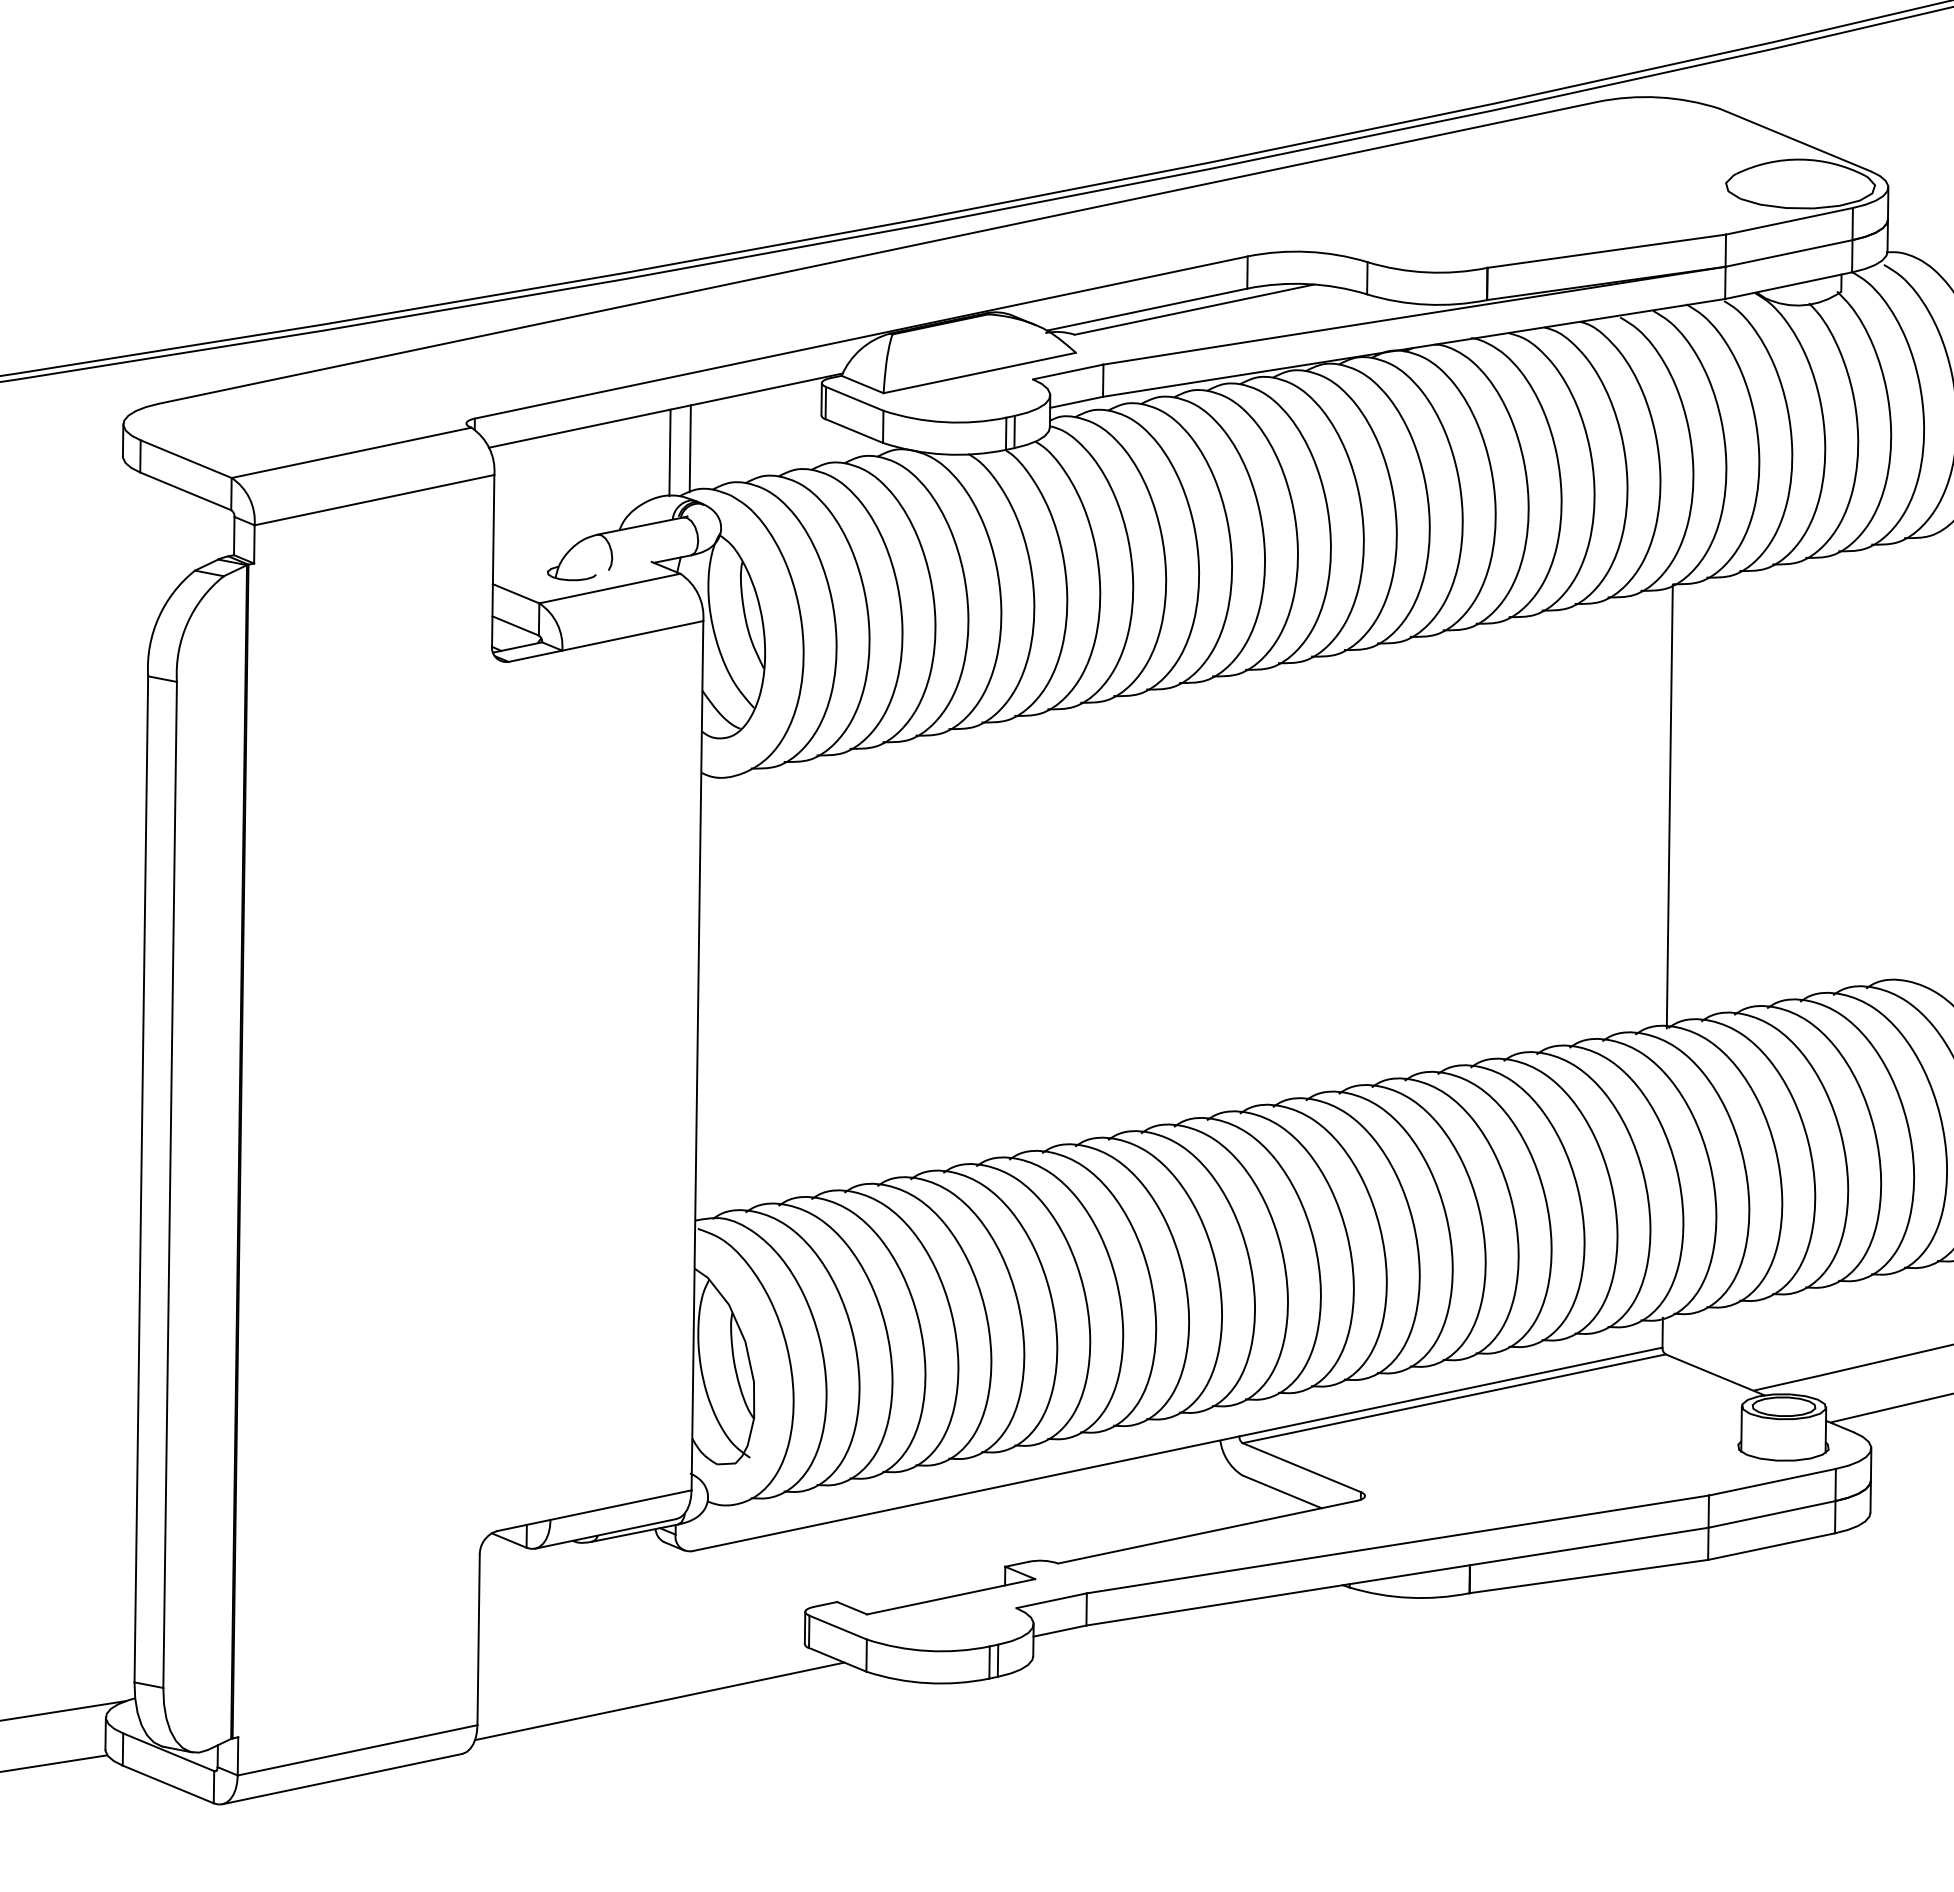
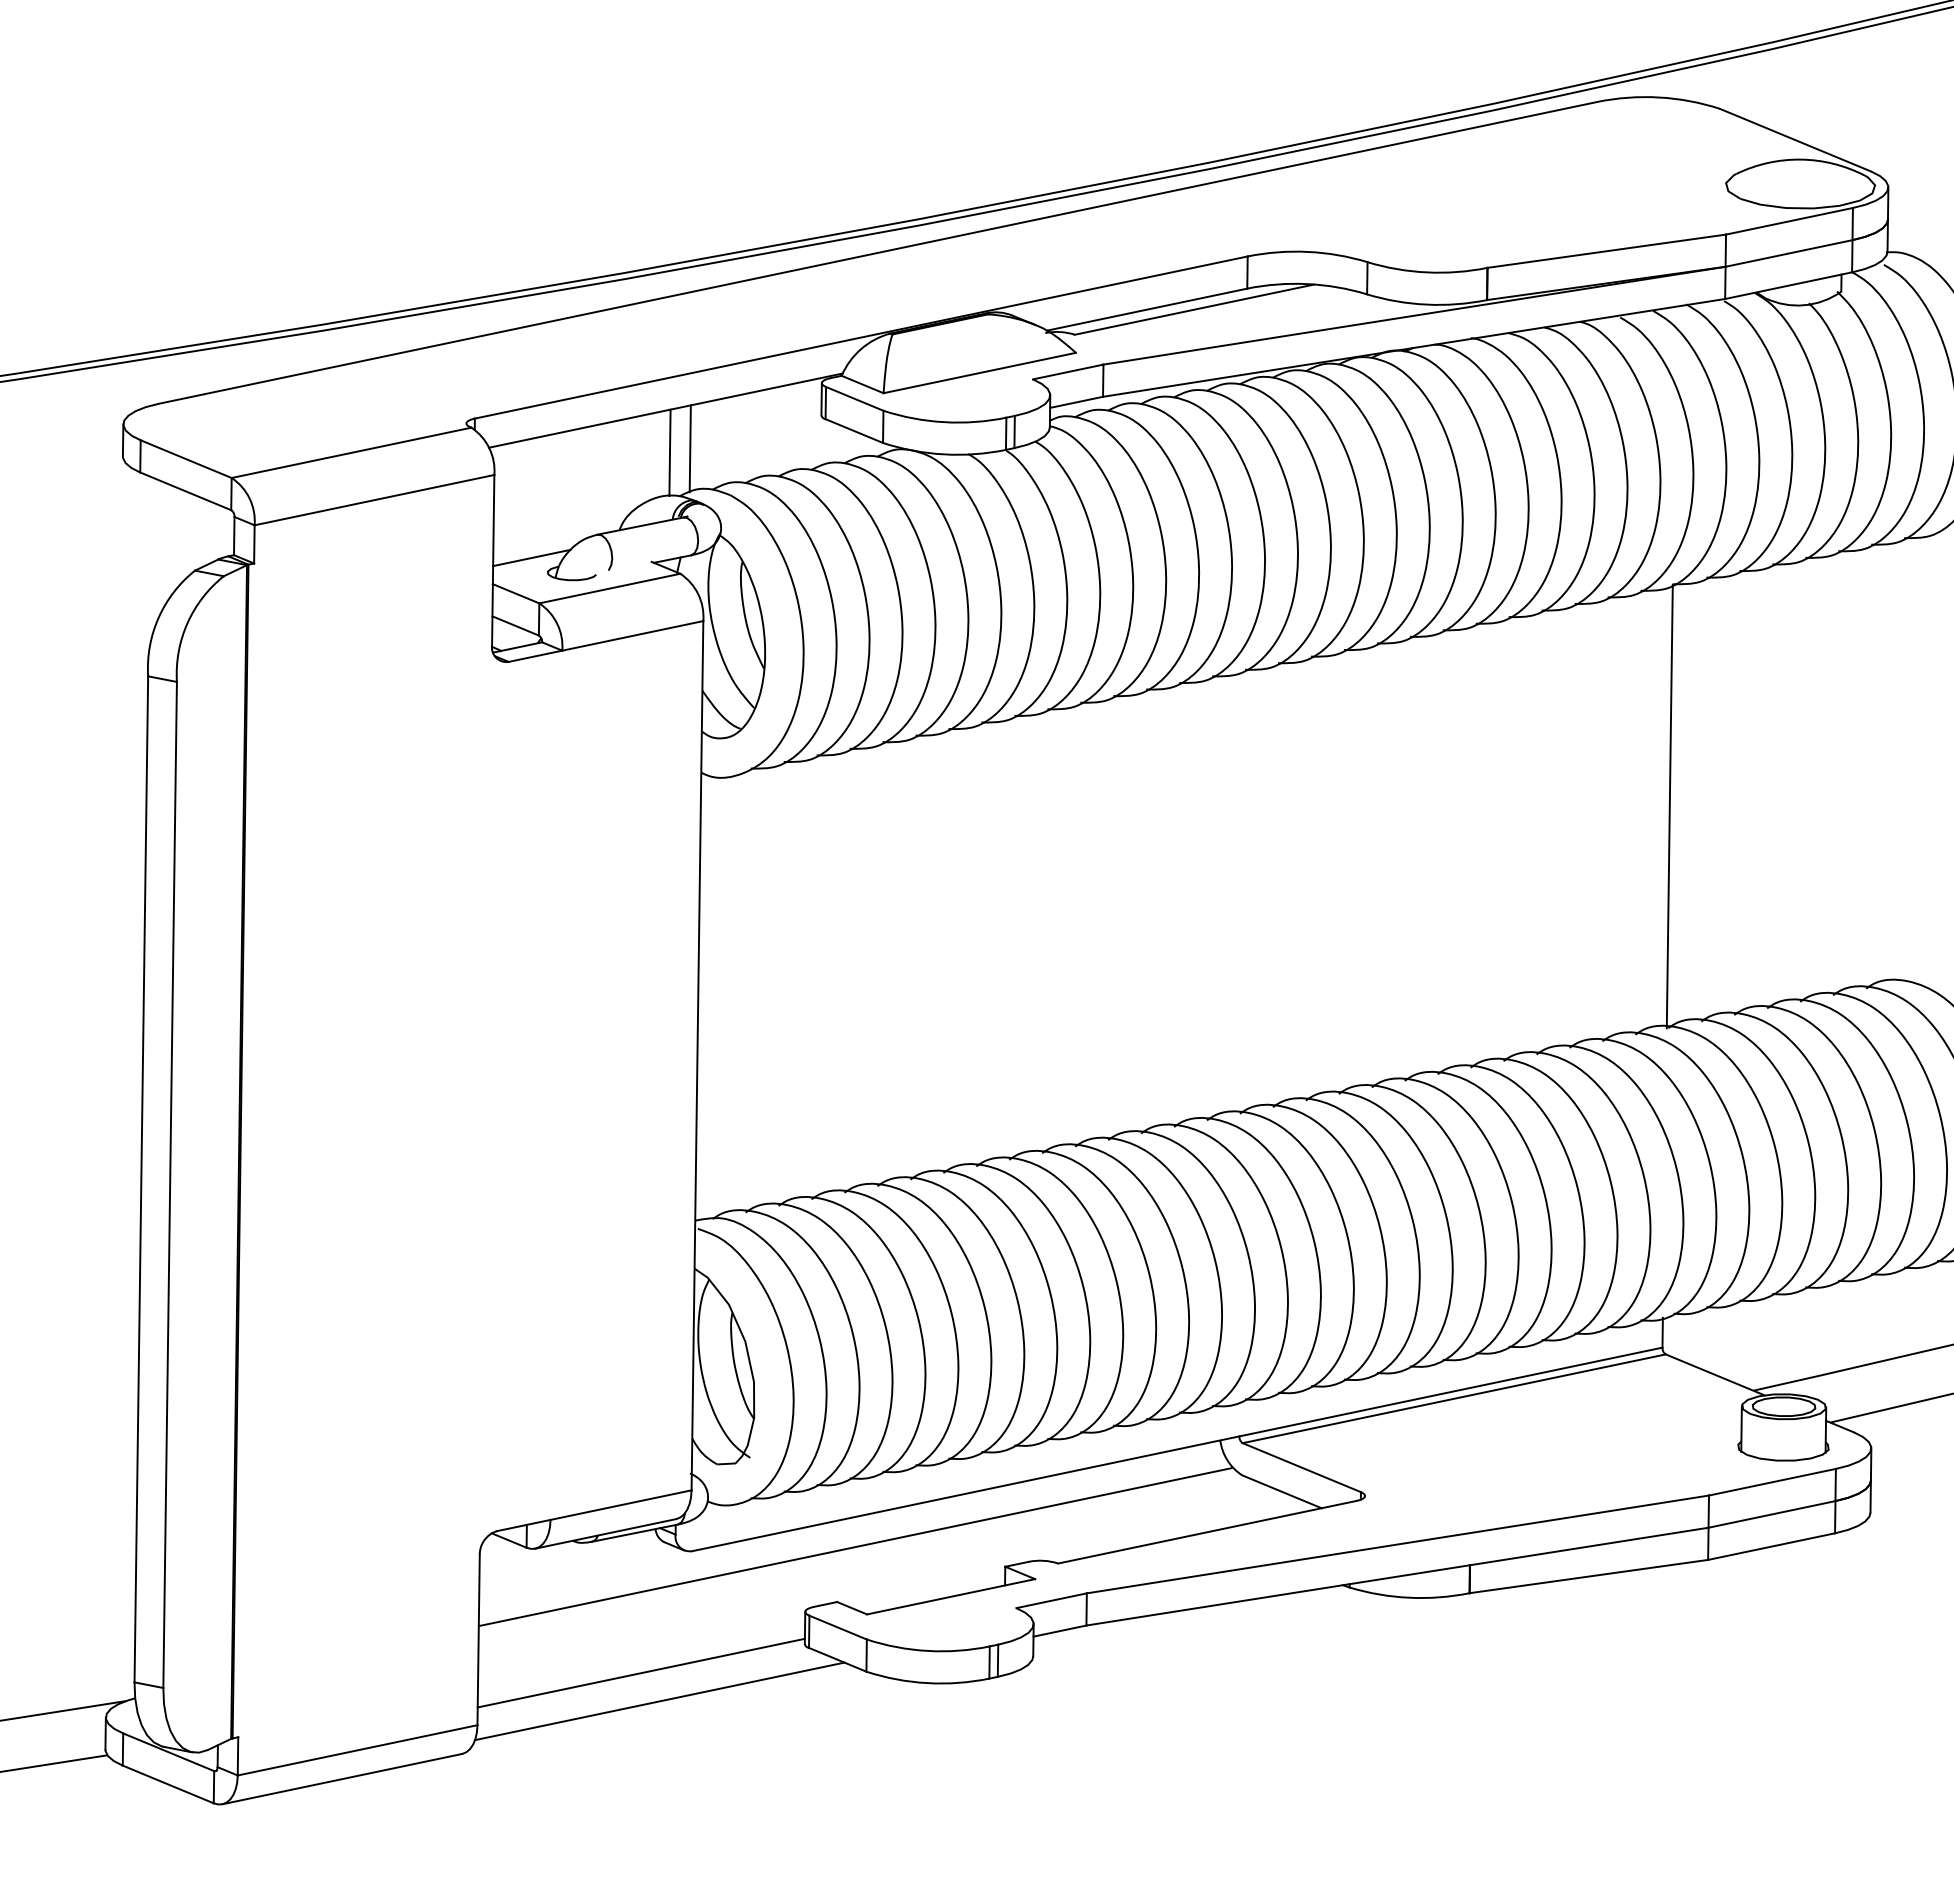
line at (531, 557): none -> present
line at (855, 1546): none -> present
line at (640, 1672): none -> present
